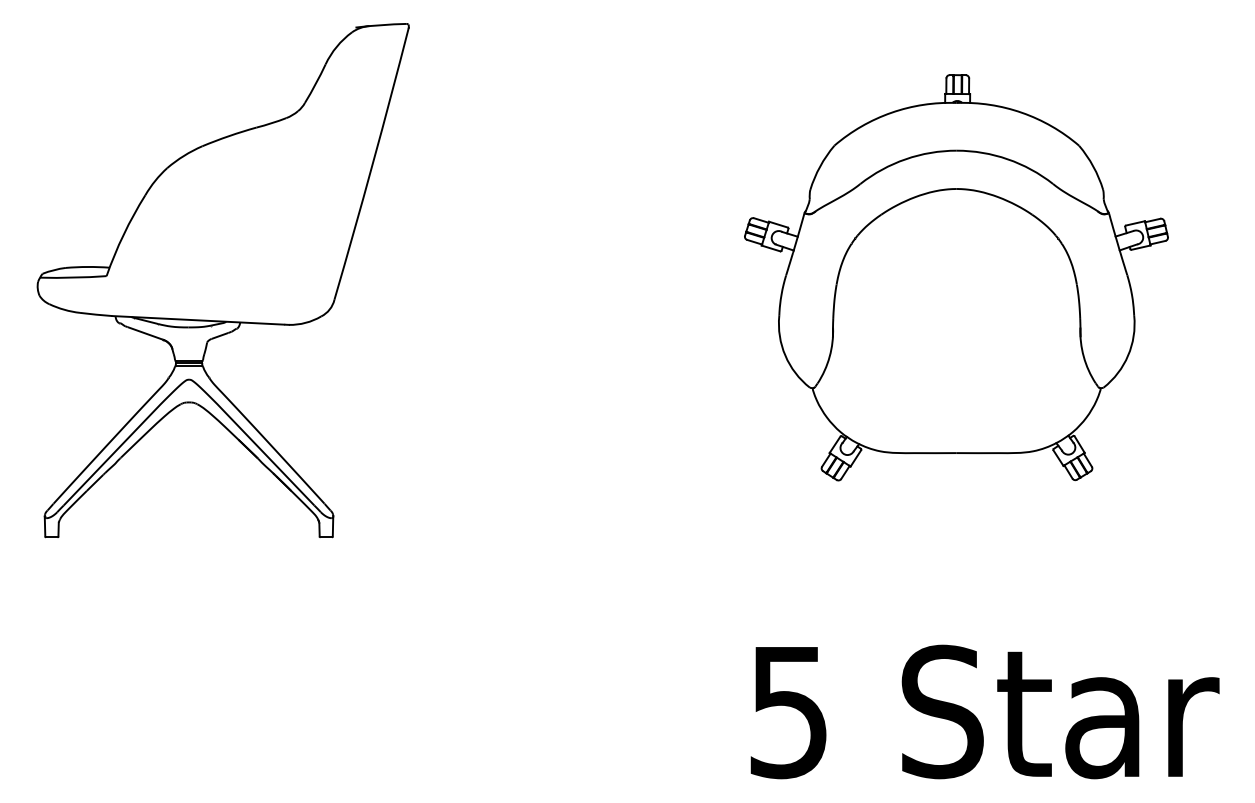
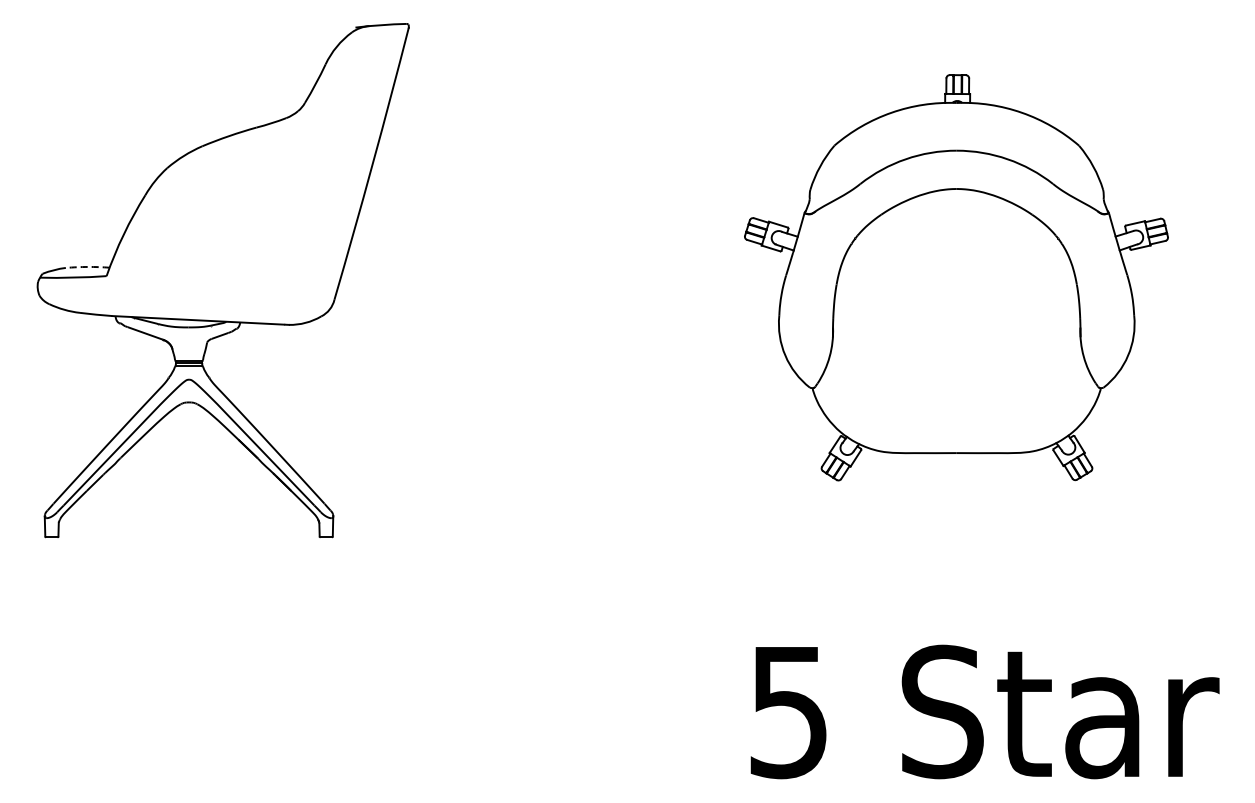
arc at (87, 266): solid -> dashed
